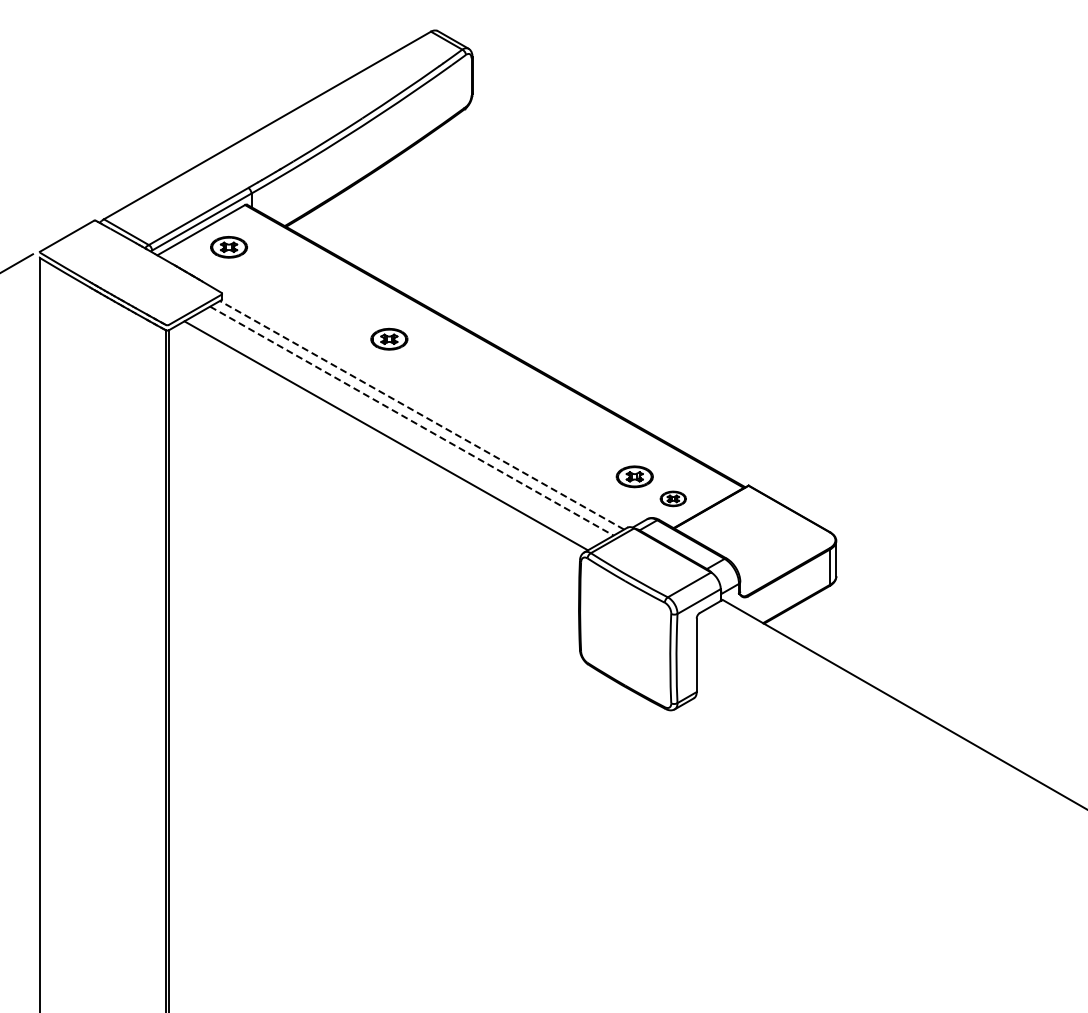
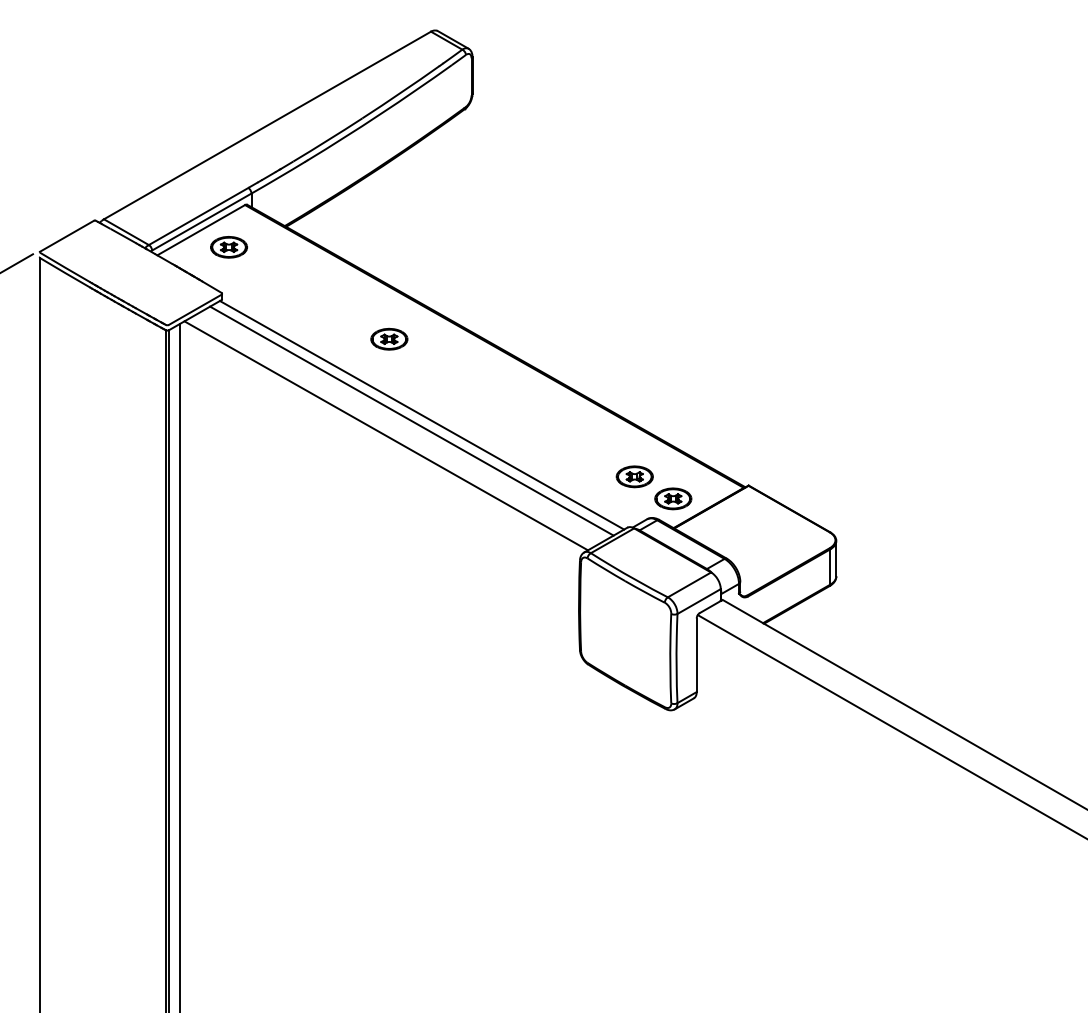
line at (421, 415): dashed -> solid
line at (411, 421): dashed -> solid
part at (672, 498) size: 28x18 px -> 39x24 px
line at (180, 666): none -> present
line at (890, 726): none -> present
